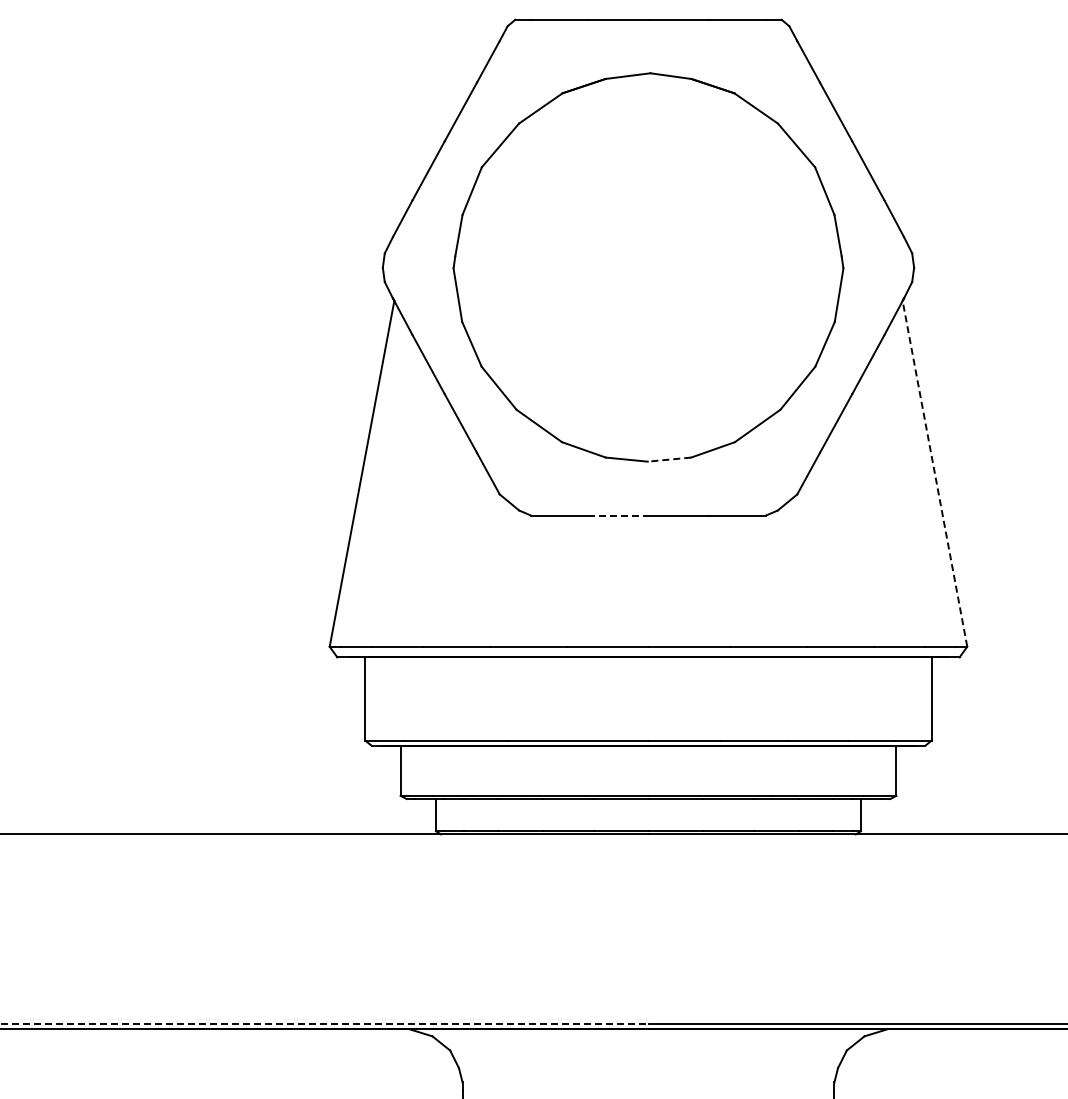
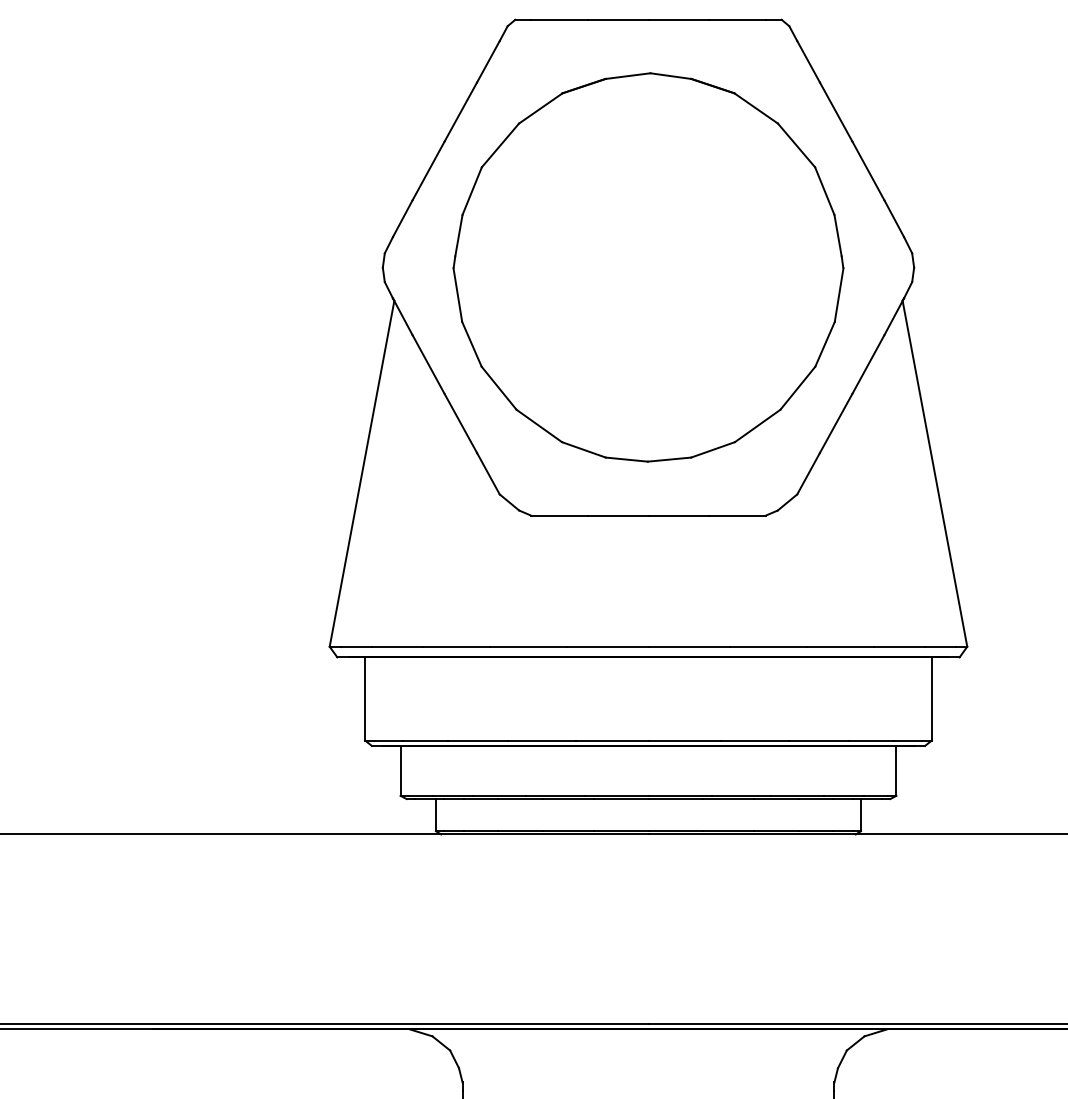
line at (669, 459): dashed -> solid
line at (934, 473): dashed -> solid
line at (618, 515): dashed -> solid
line at (324, 1023): dashed -> solid
